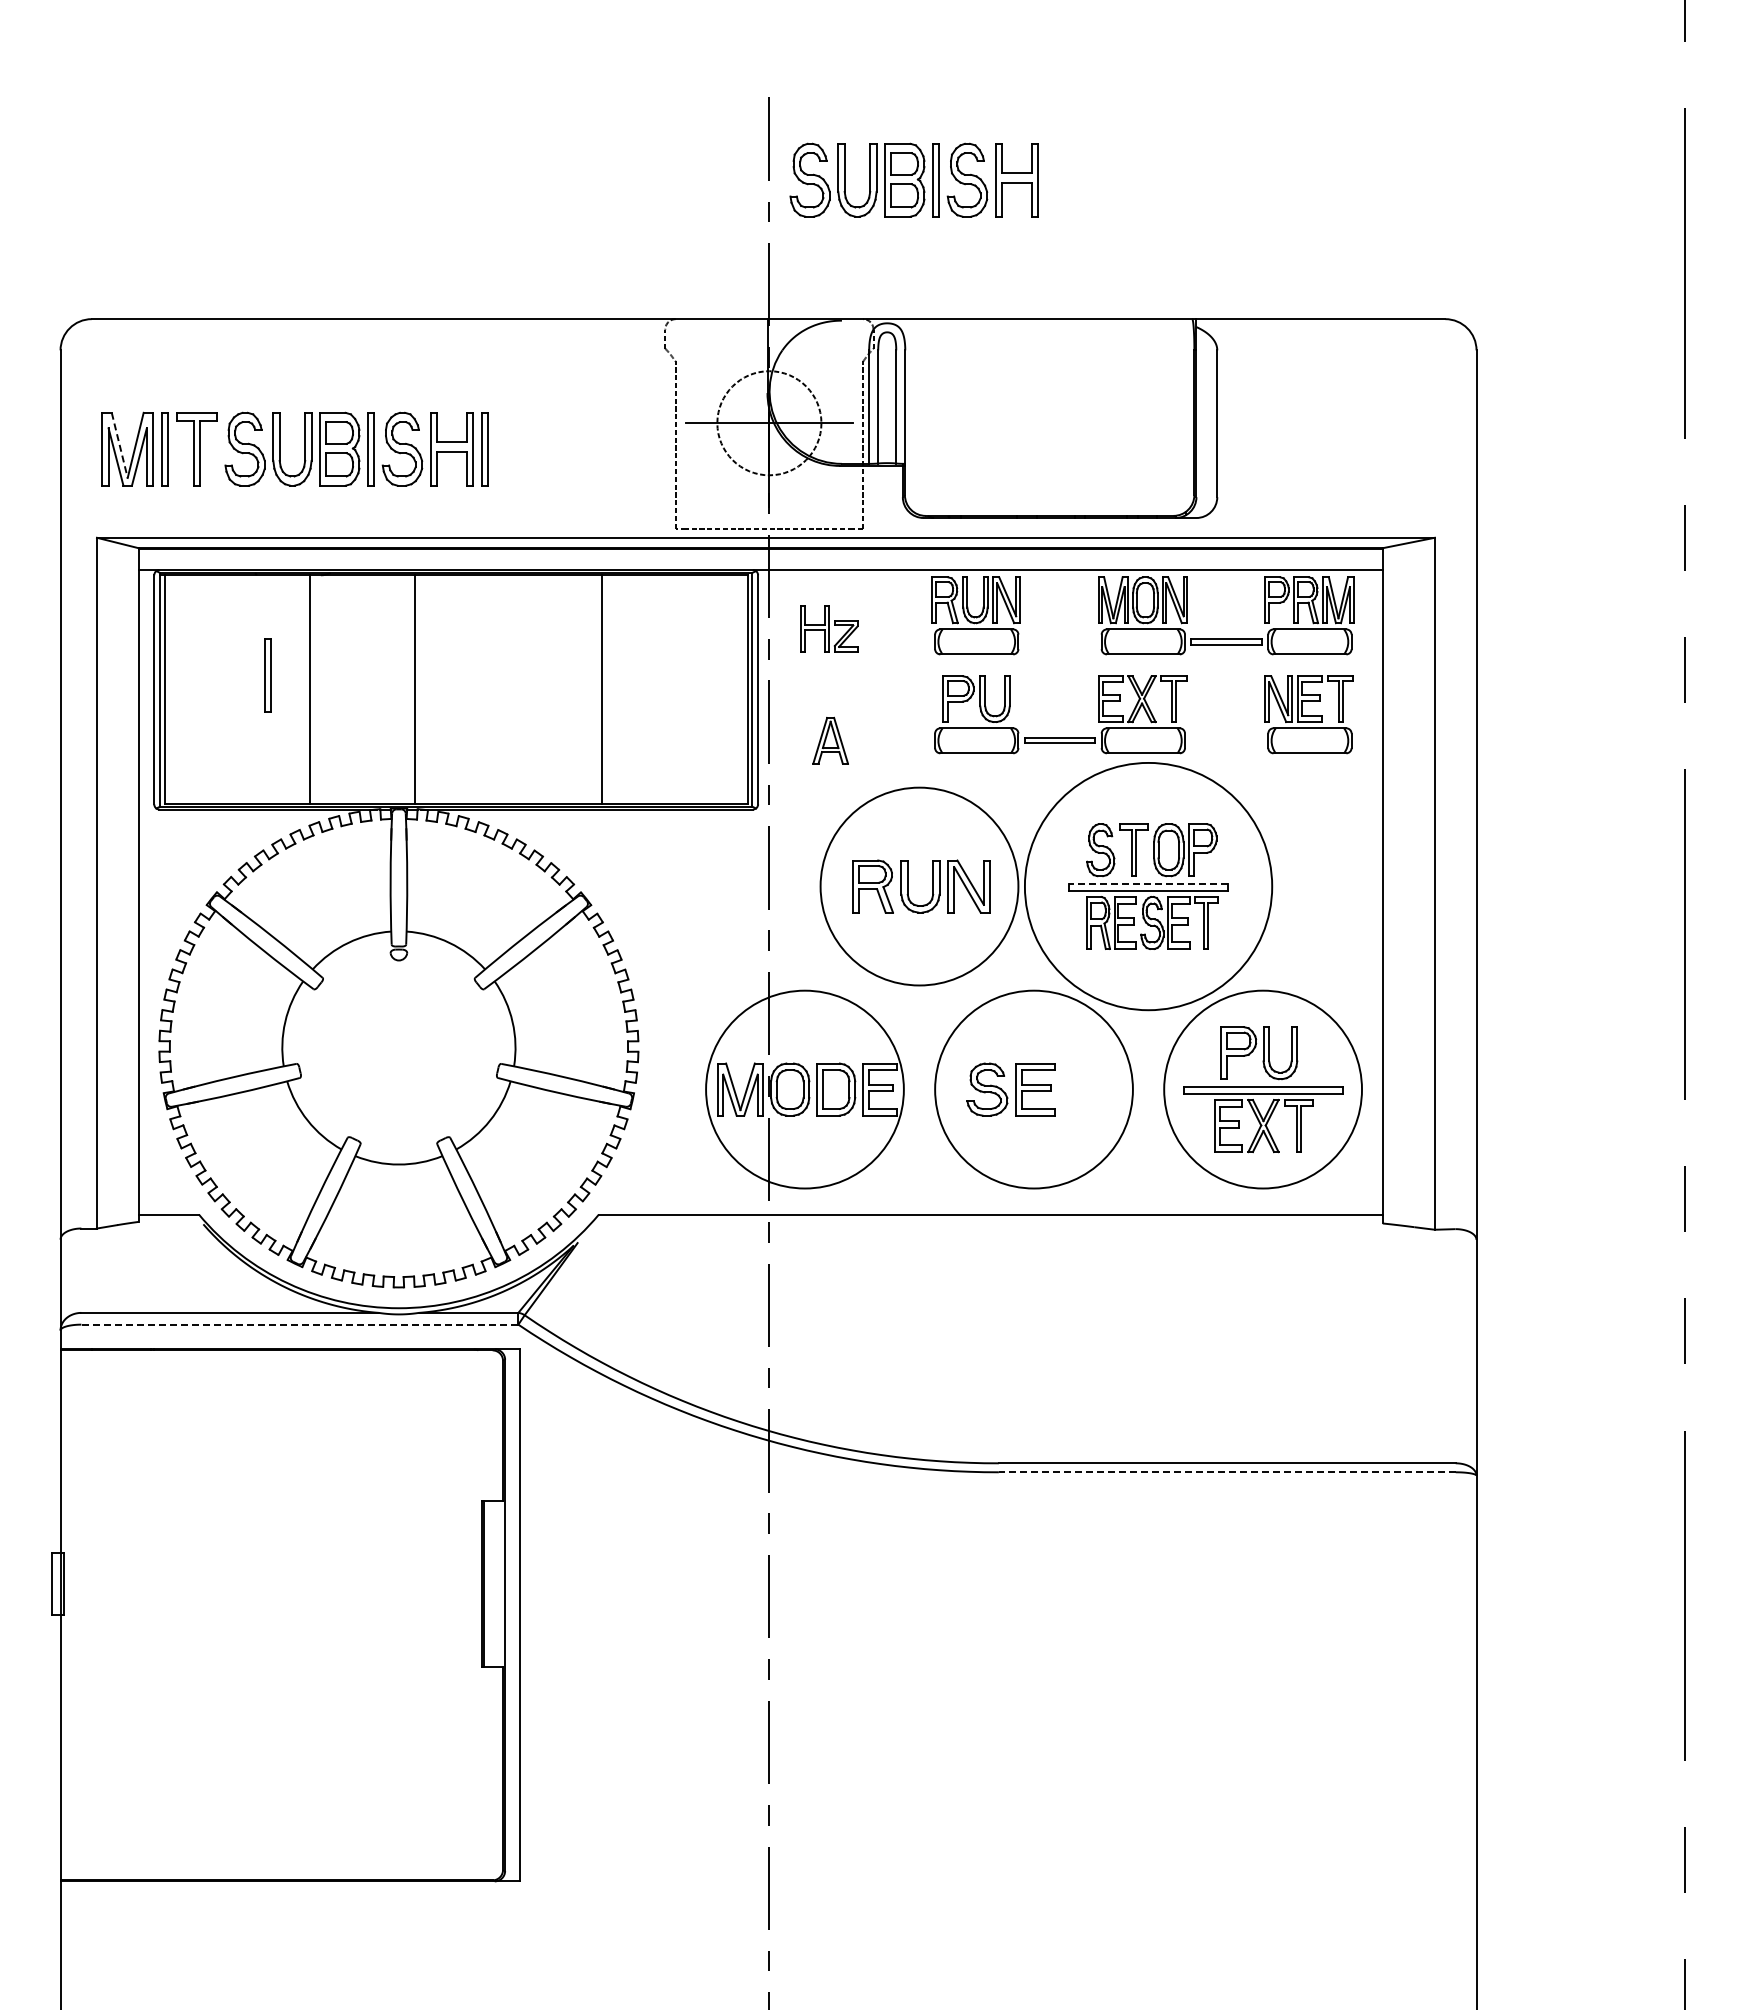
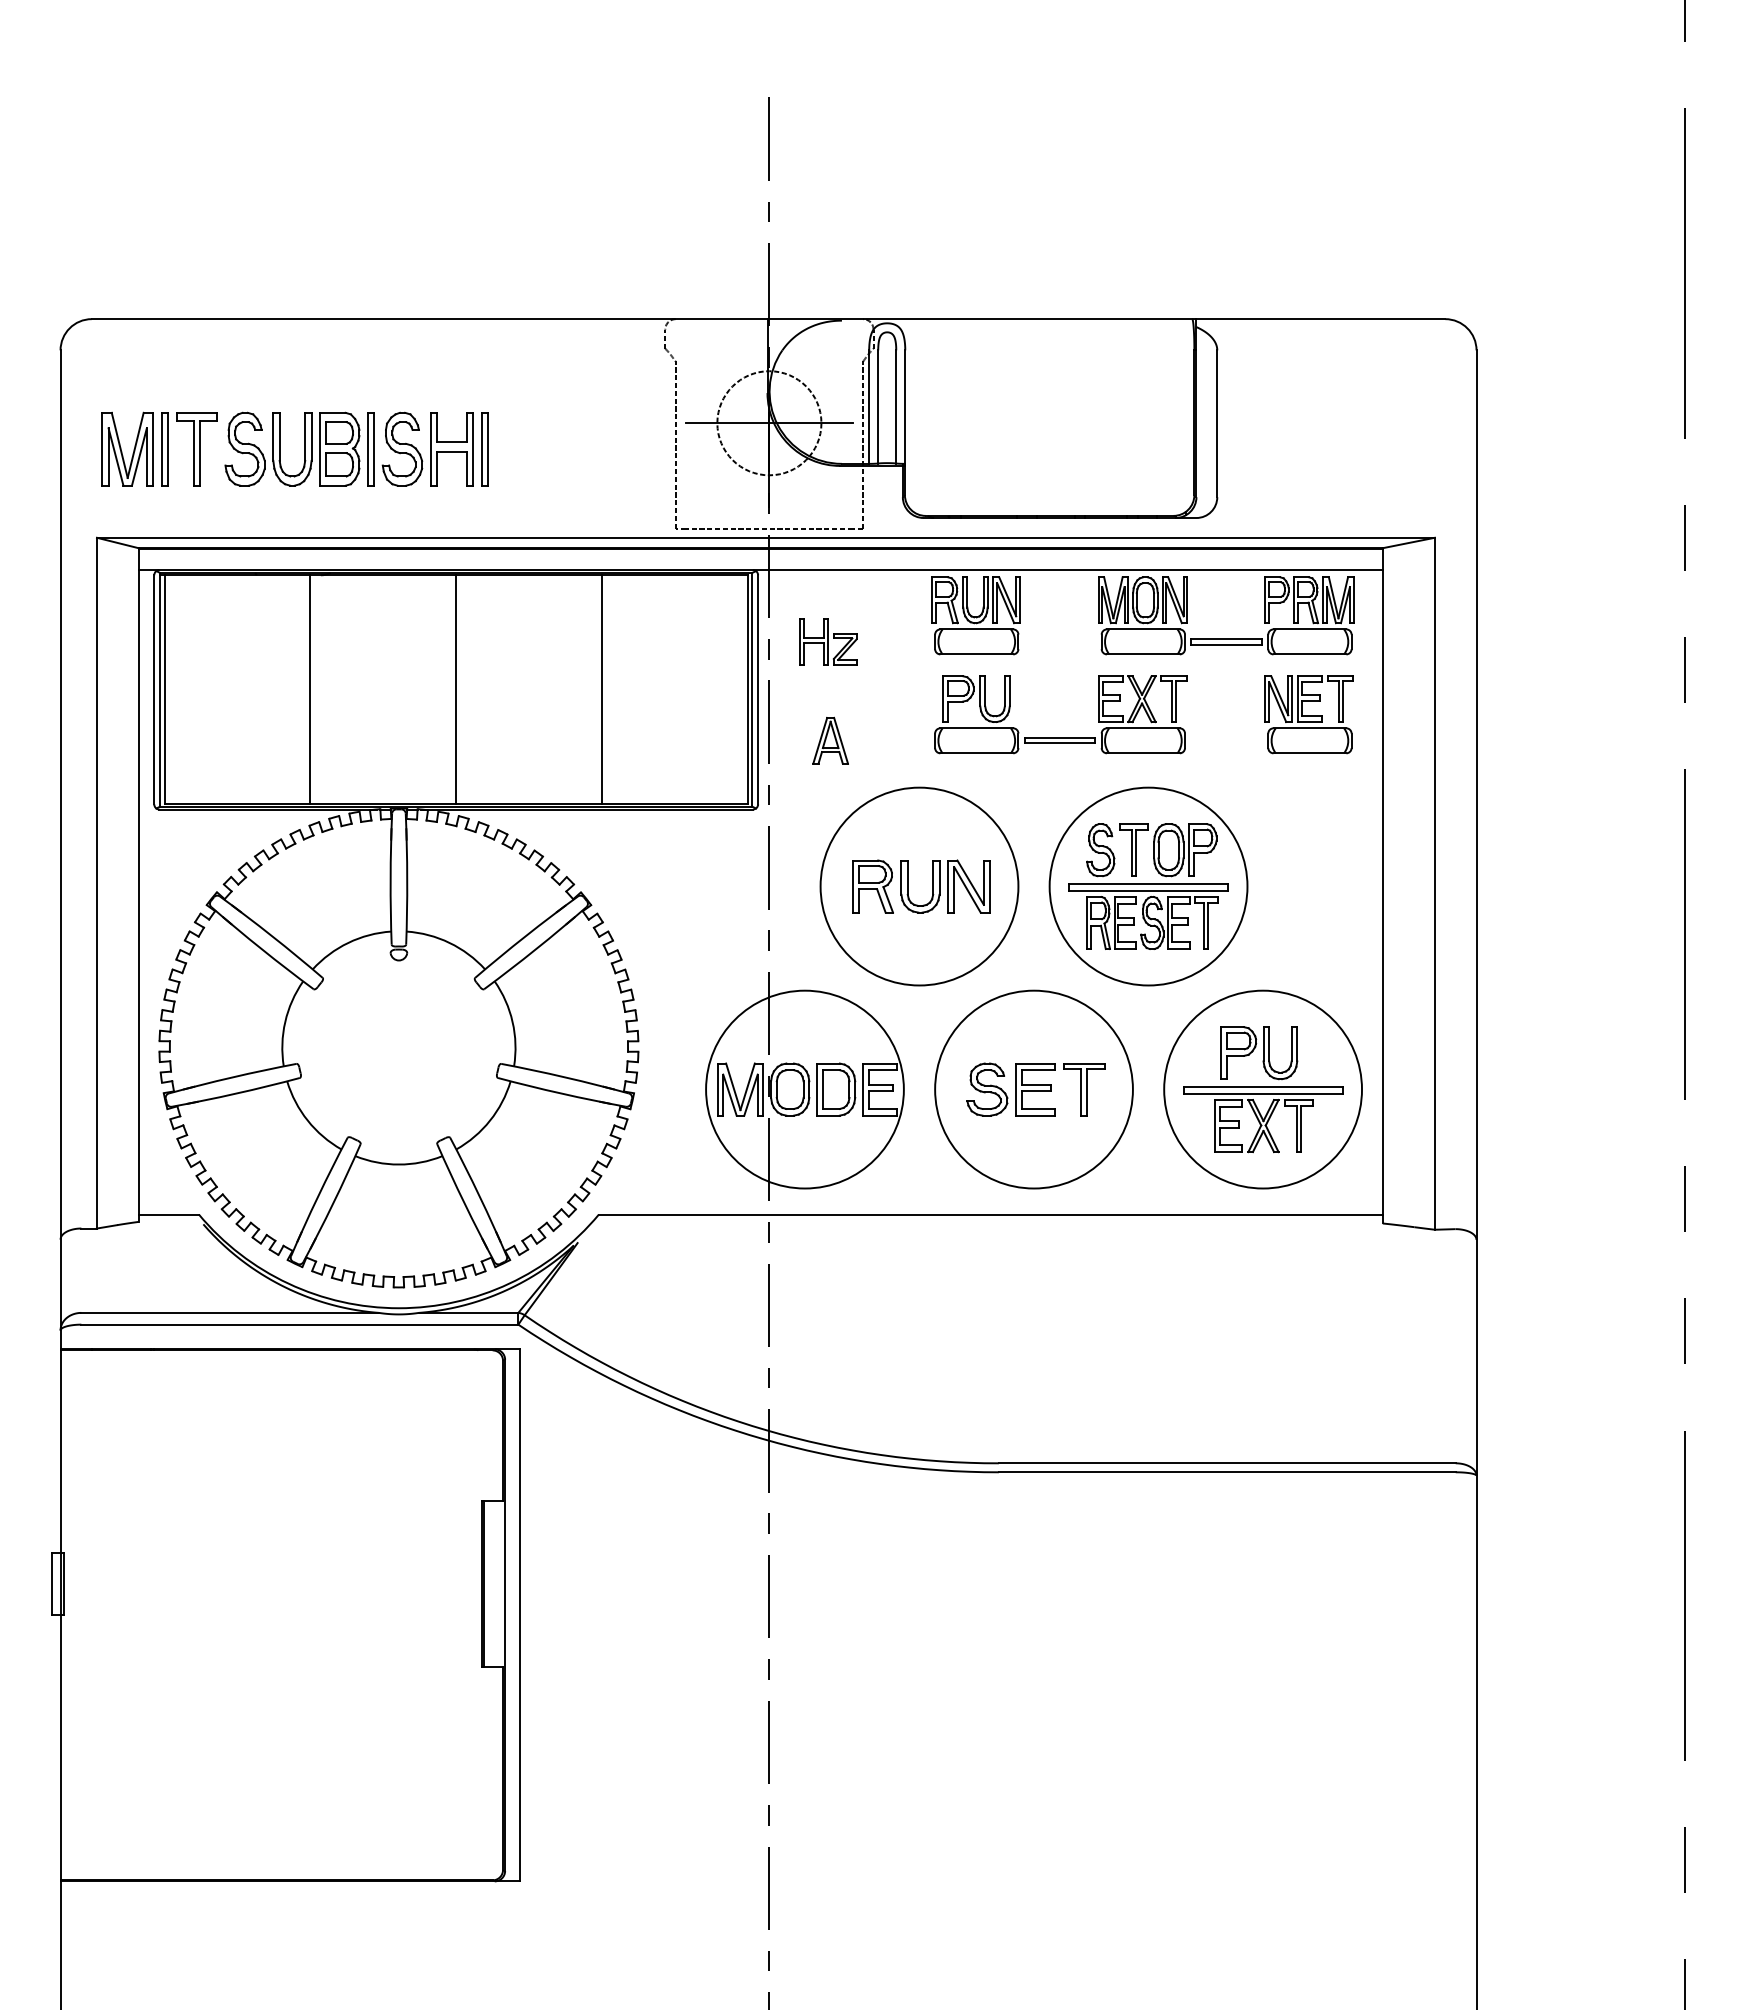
part at (913, 179): present -> none
line at (119, 445): dashed -> solid
part at (829, 628) position: (829, 628) -> (828, 641)
part at (267, 675): present -> none
line at (415, 689) position: (415, 689) -> (456, 689)
line at (1148, 884): dashed -> solid
circle at (1148, 886) diameter: 247 px -> 198 px
part at (1084, 1089): none -> present
line at (299, 1324): dashed -> solid
line at (1226, 1472): dashed -> solid
